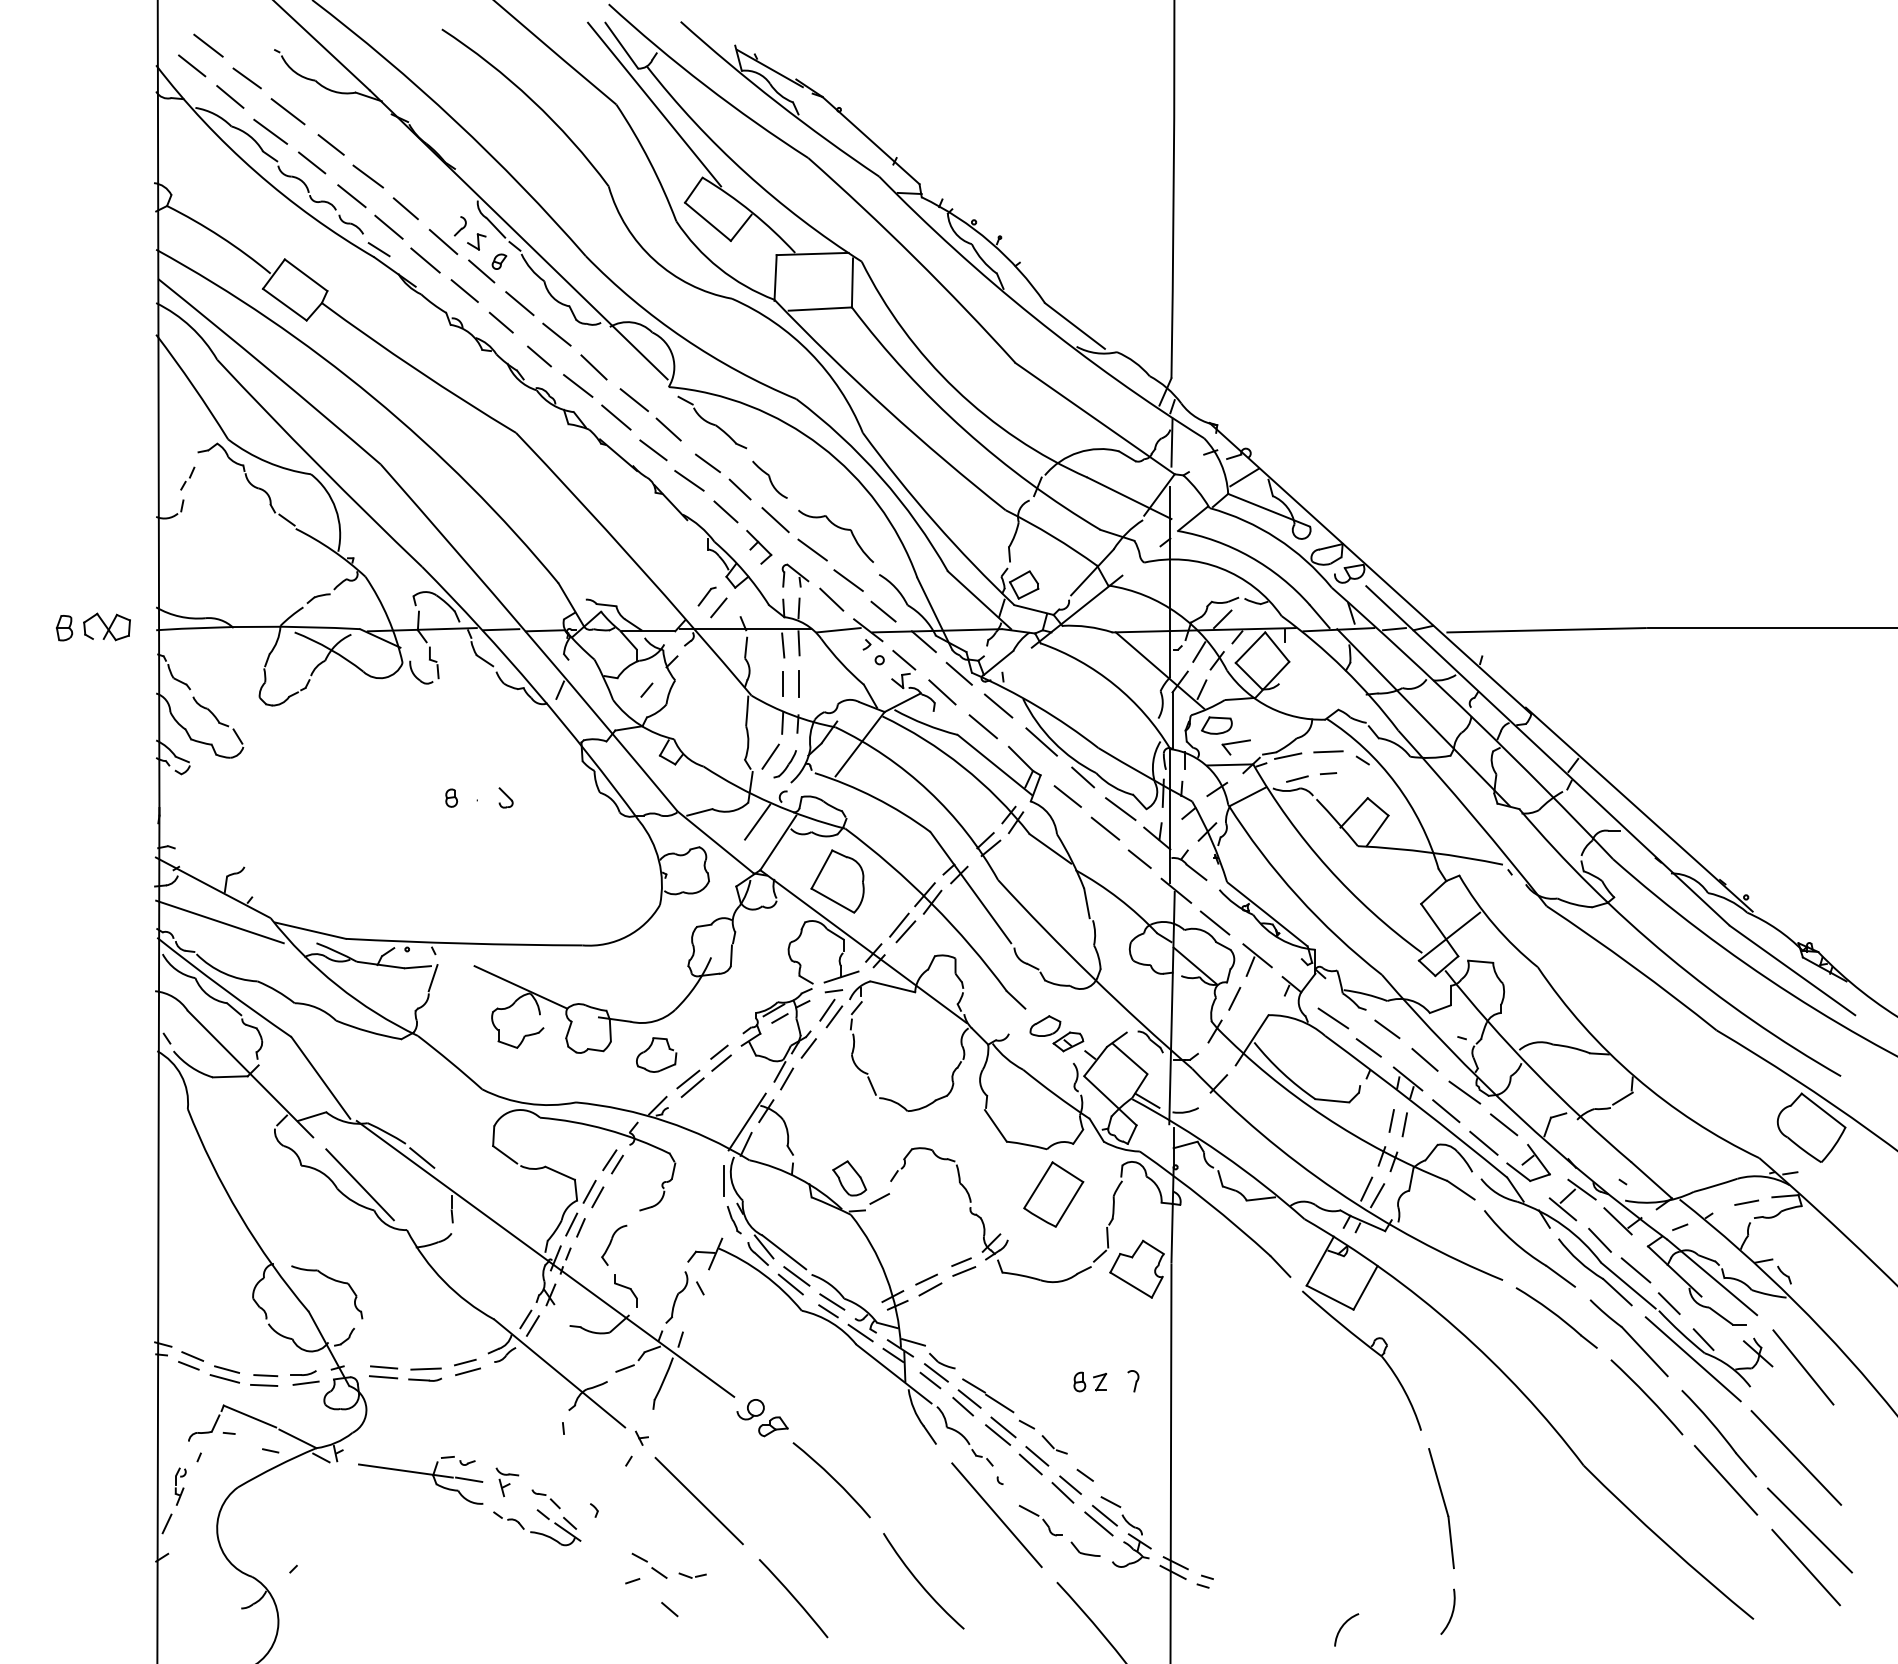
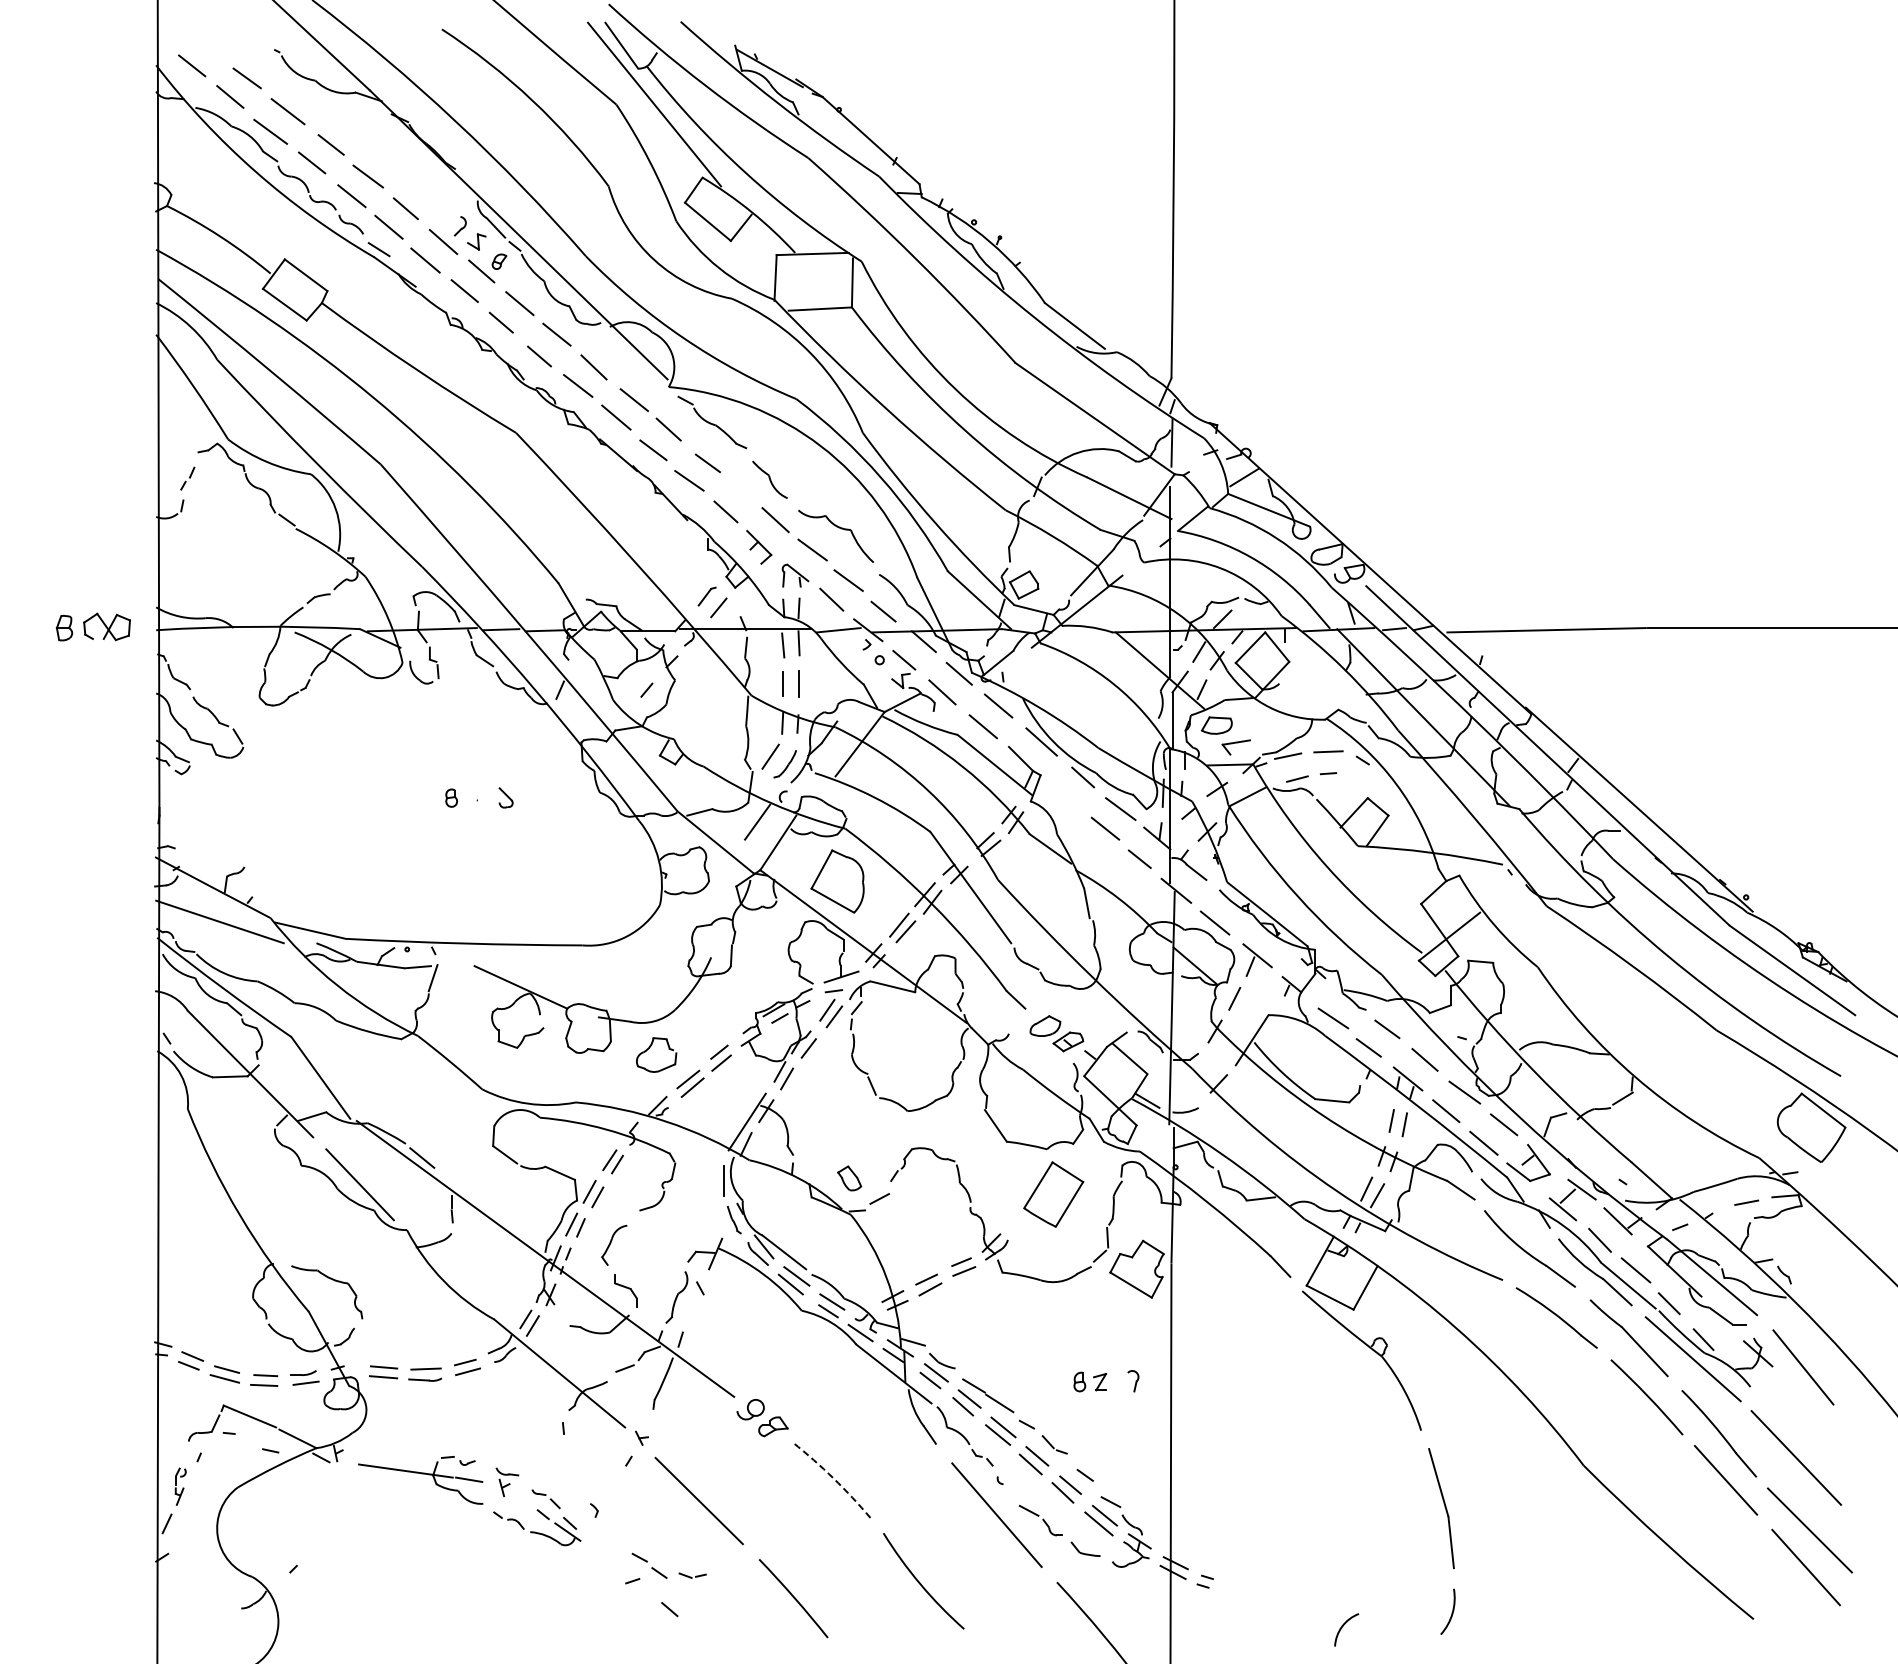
line at (208, 45): present -> none
line at (739, 489): present -> none
line at (1067, 796): present -> none
part at (849, 1178) size: 35x37 px -> 26x27 px
arc at (833, 1478): solid -> dashed
